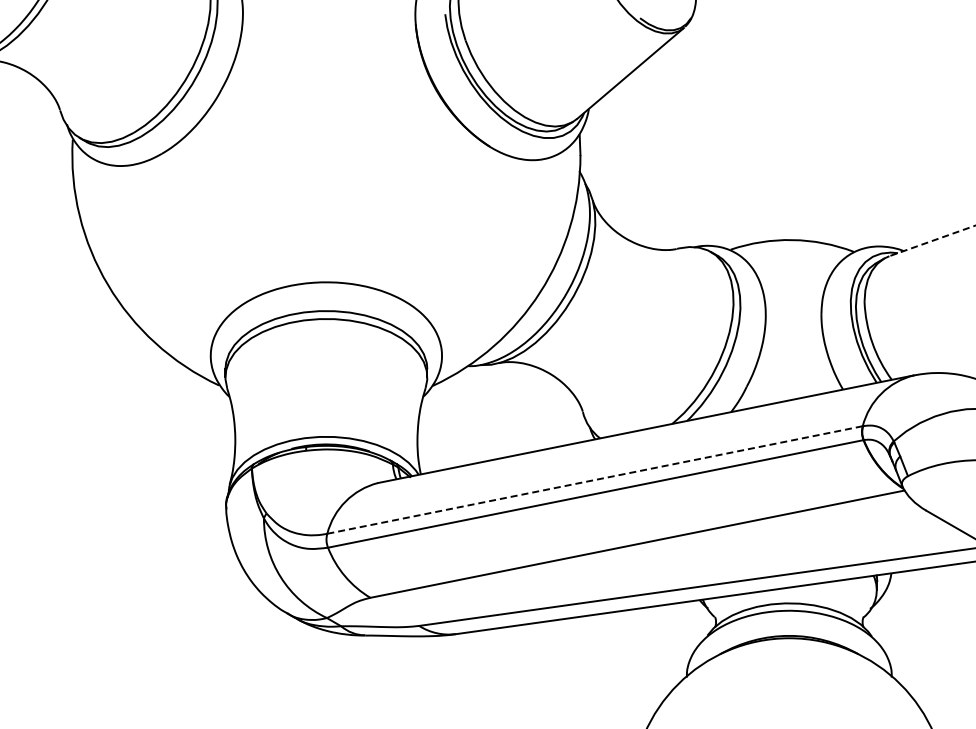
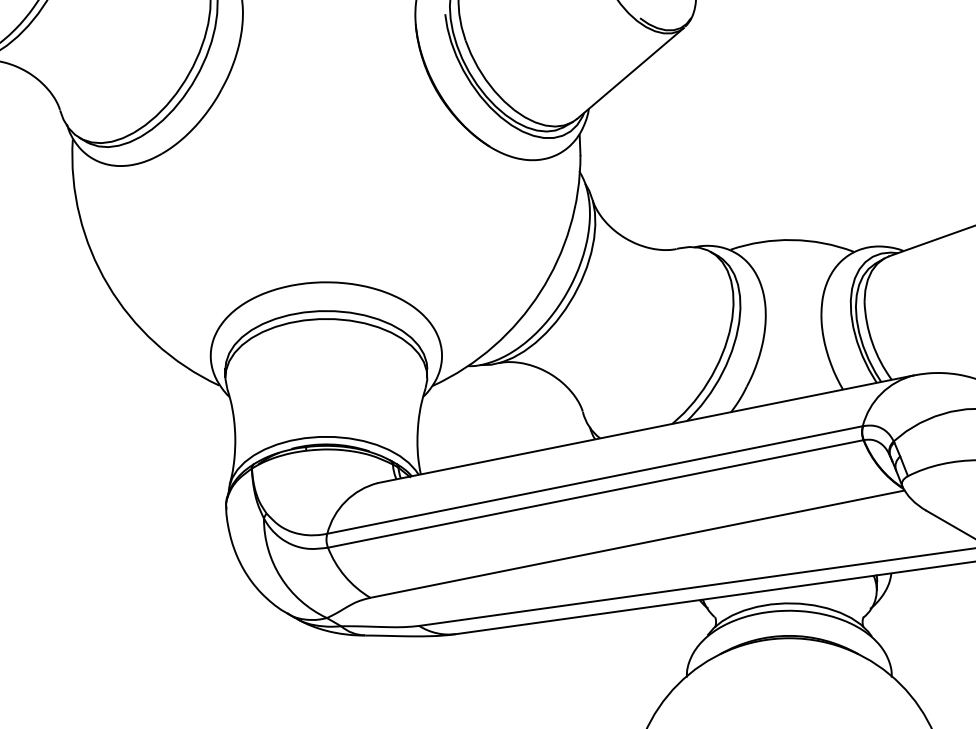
line at (932, 240): dashed -> solid
line at (595, 479): dashed -> solid
